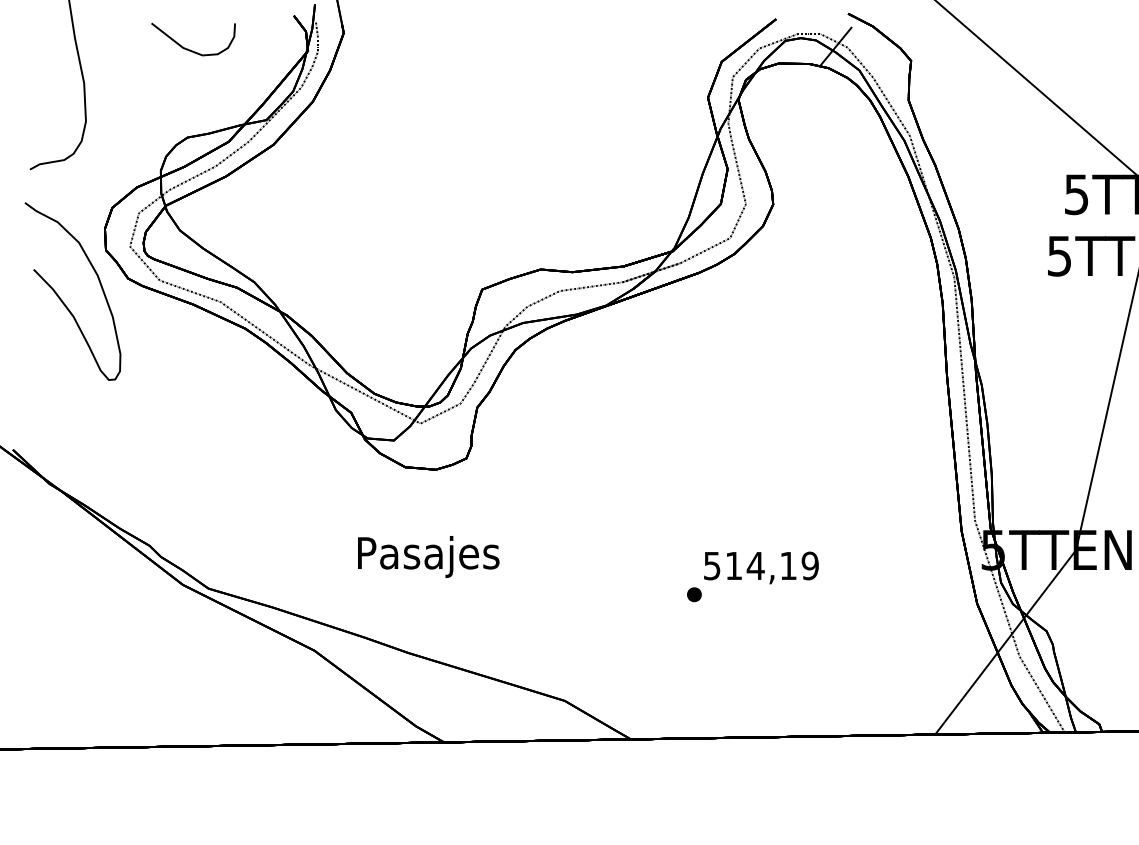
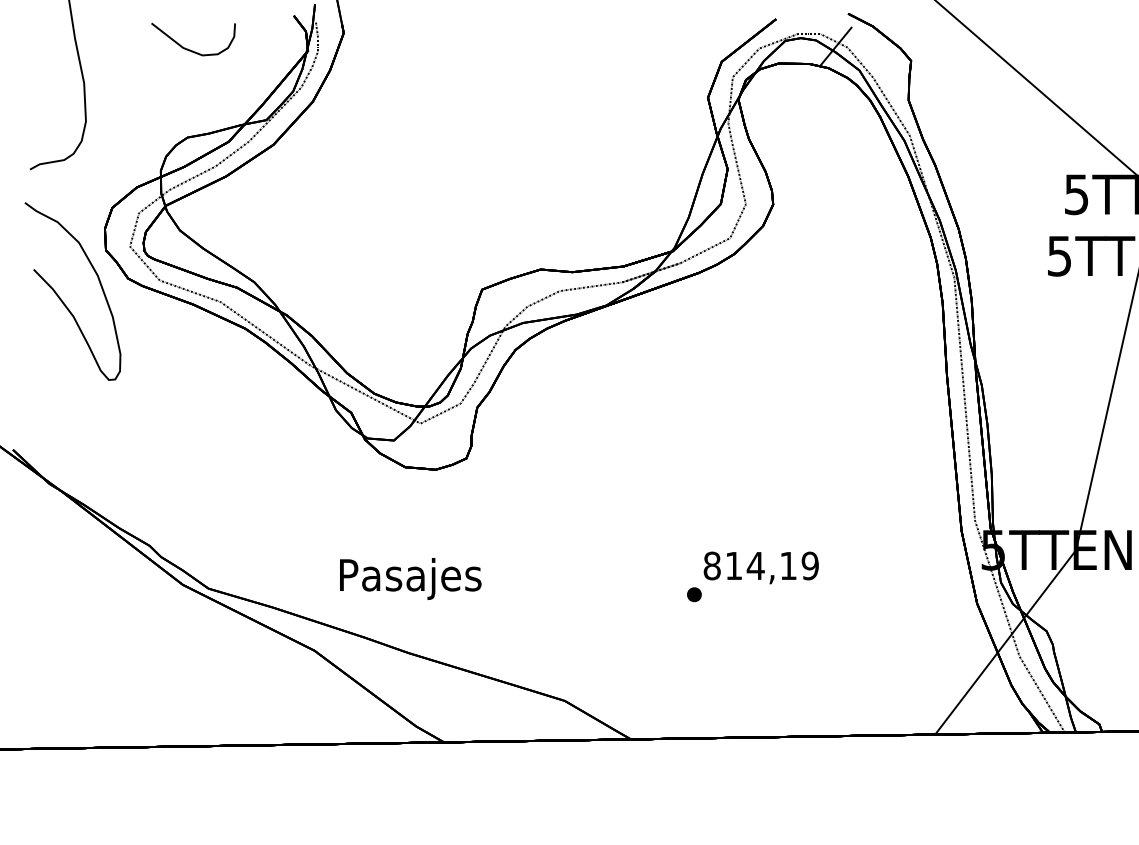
text at (428, 556) position: (428, 556) -> (410, 578)
text at (711, 565): 514,19 -> 814,19
